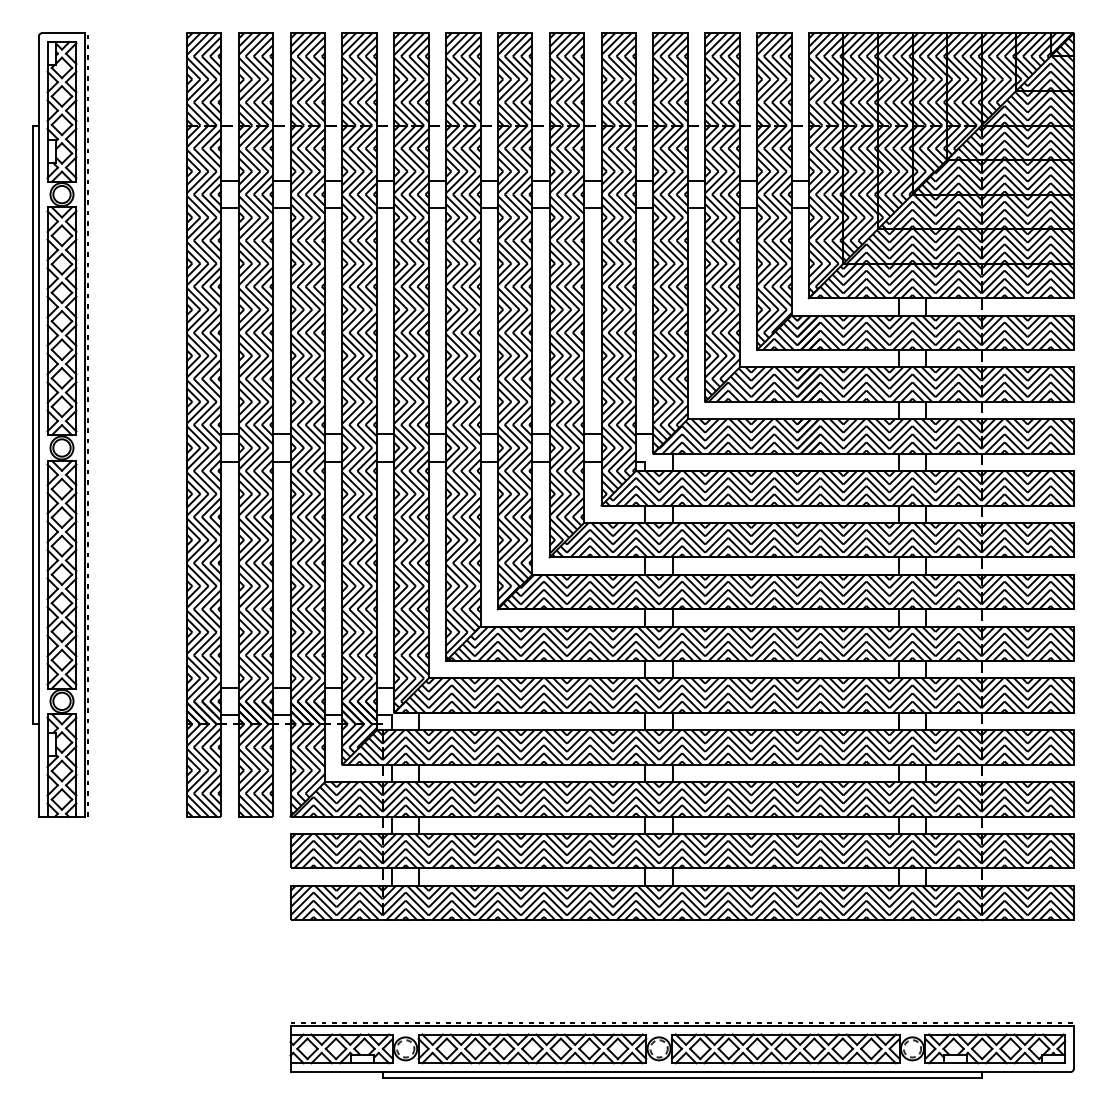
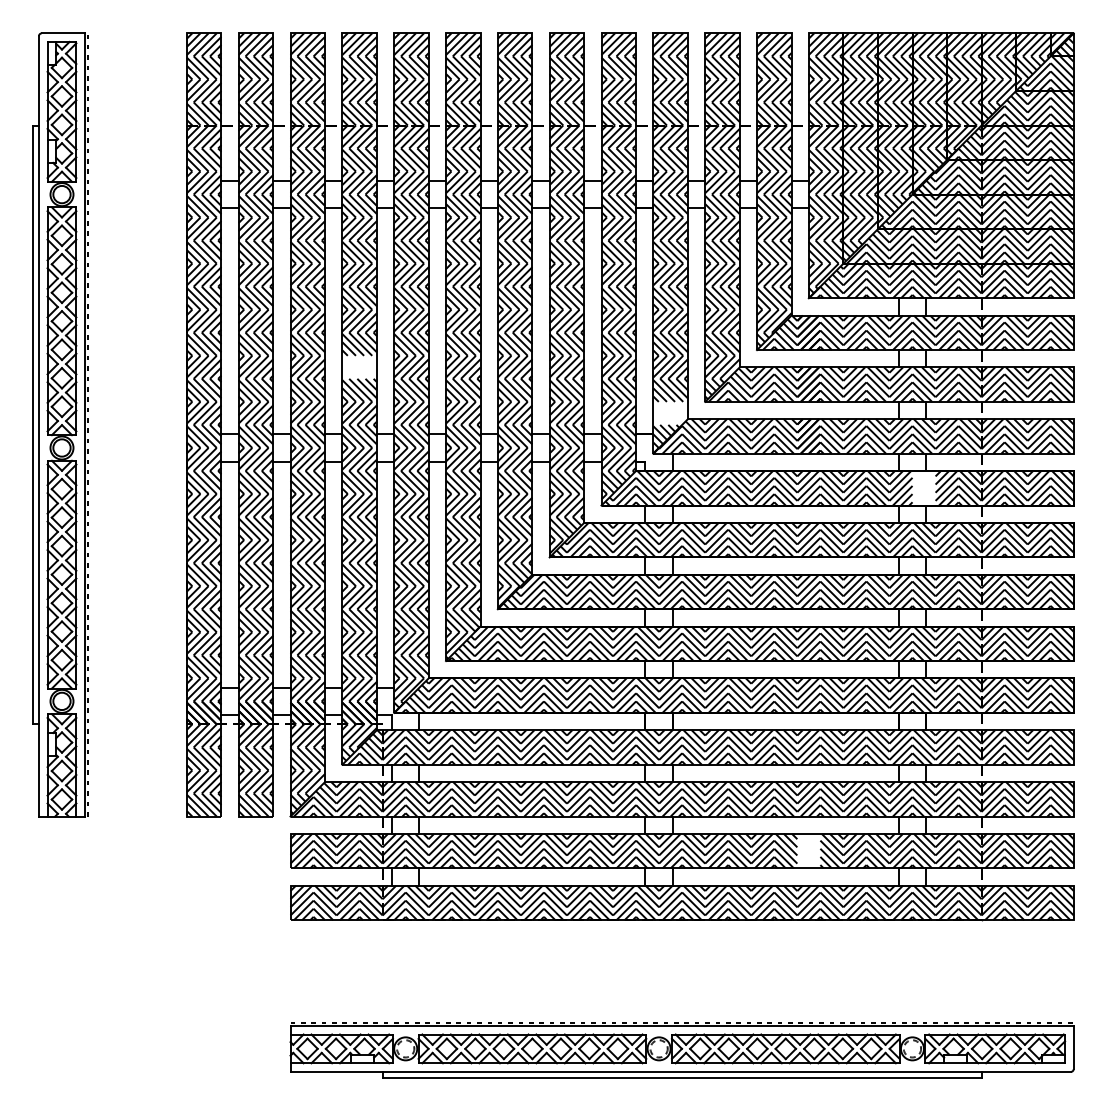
hatch at (359, 366): present -> none
hatch at (670, 412): present -> none
hatch at (923, 488): present -> none
hatch at (808, 850): present -> none
